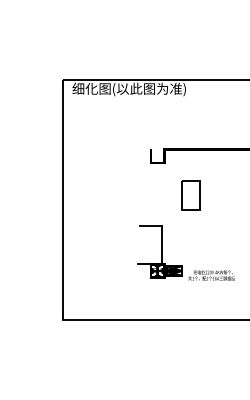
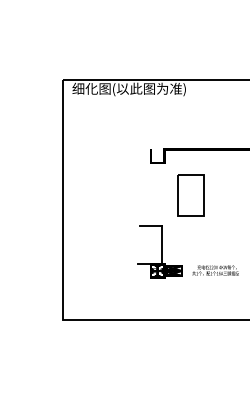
part at (190, 195) size: 20x31 px -> 28x43 px
text at (211, 275) position: (211, 275) -> (215, 270)
